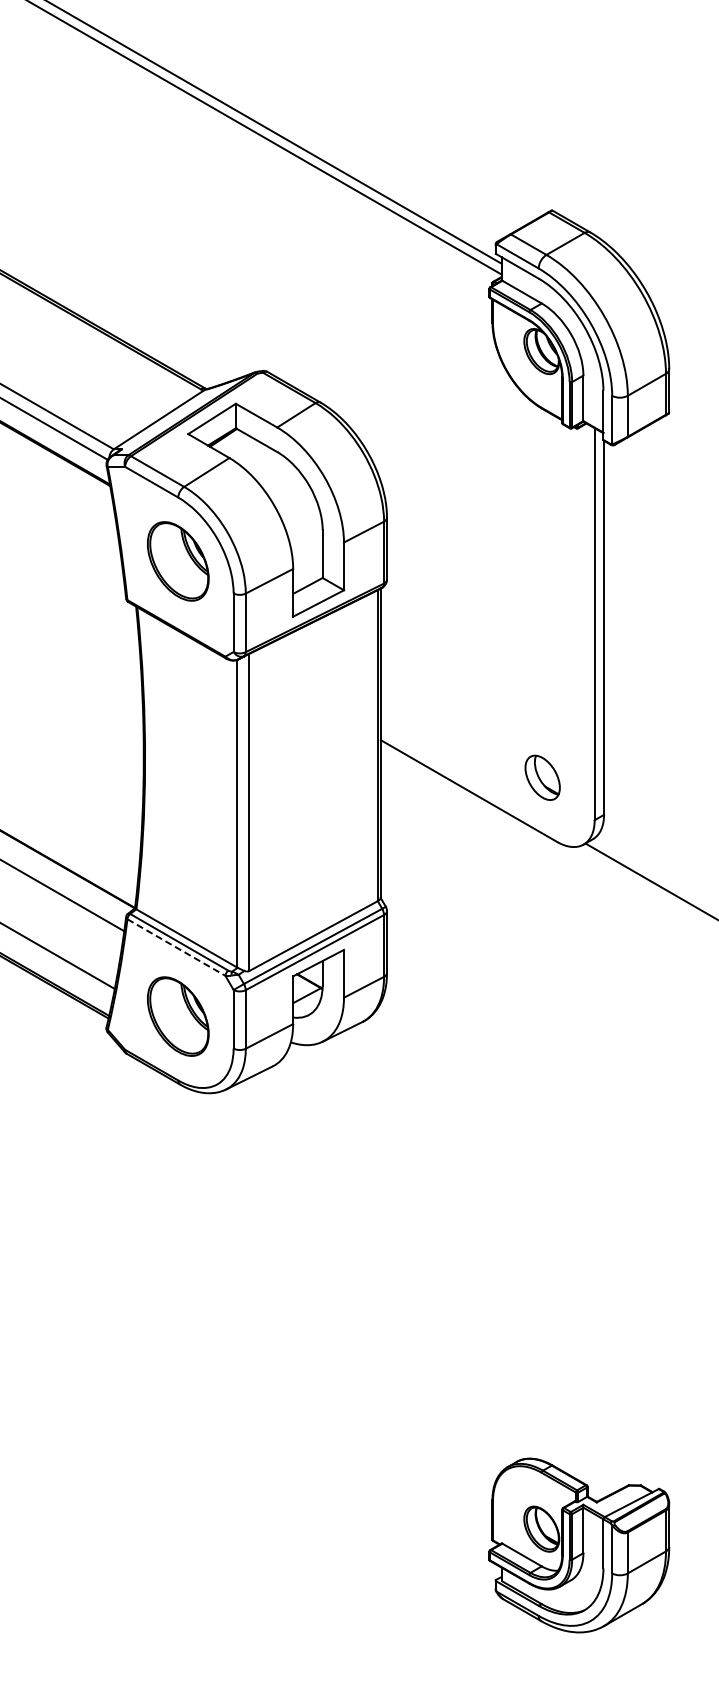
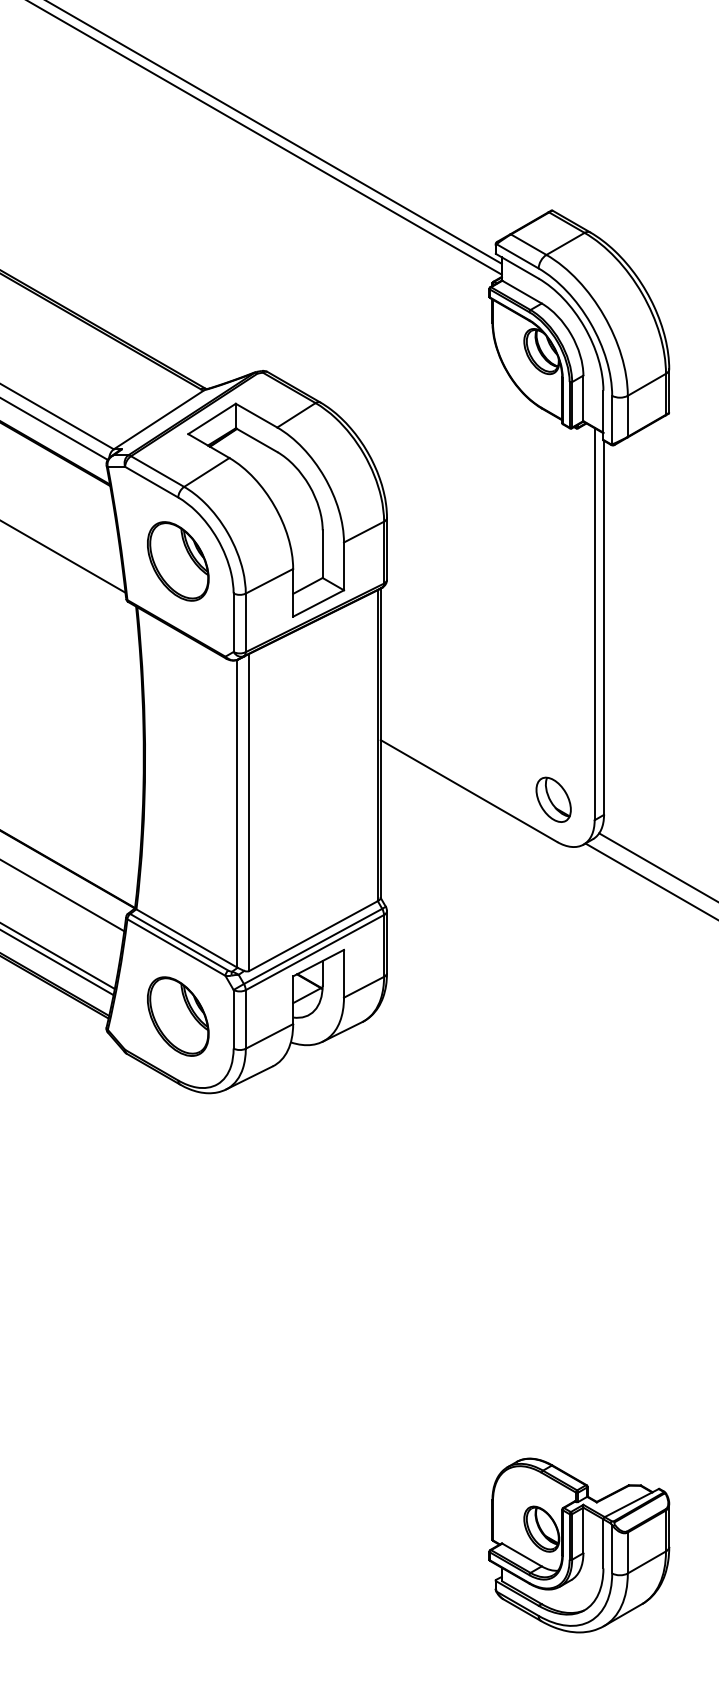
line at (63, 556): none -> present
part at (542, 777) position: (542, 777) -> (553, 799)
line at (657, 866): none -> present
line at (176, 947): dashed -> solid
line at (57, 963): none -> present
